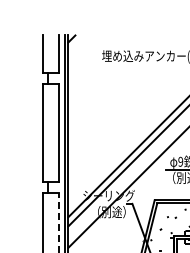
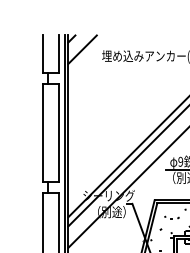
line at (82, 49): none -> present
part at (172, 217) size: 11x3 px -> 16x5 px
line at (58, 222): dashed -> solid
